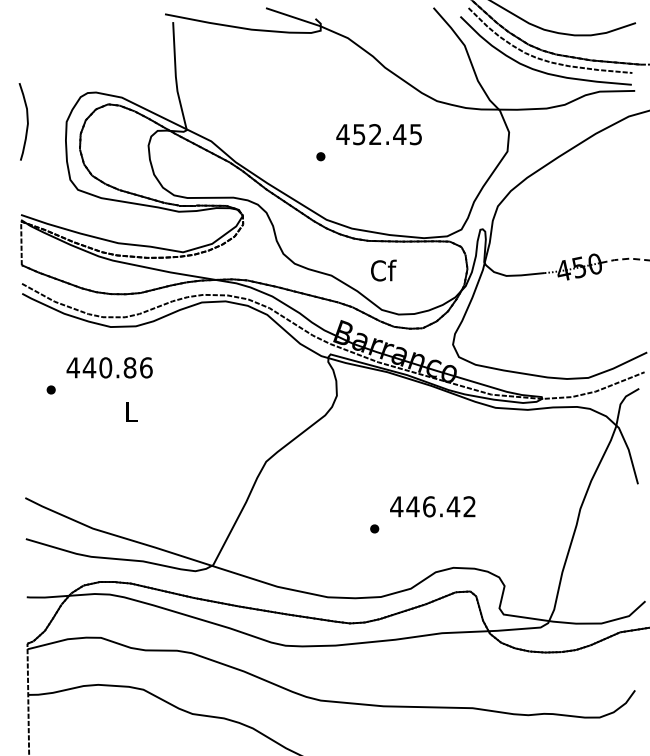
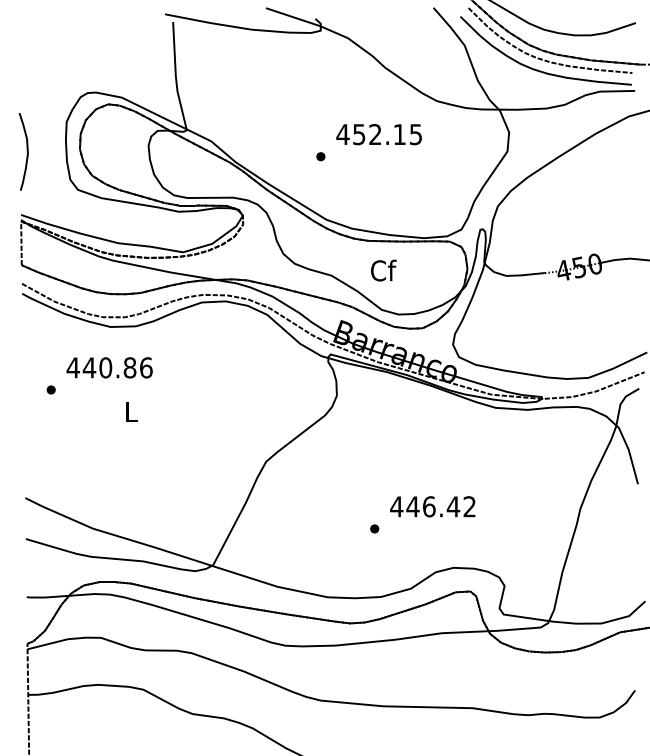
curve at (26, 121) position: (26, 121) -> (26, 151)
text at (399, 134): 452.45 -> 452.15
line at (625, 259): dashed -> solid
